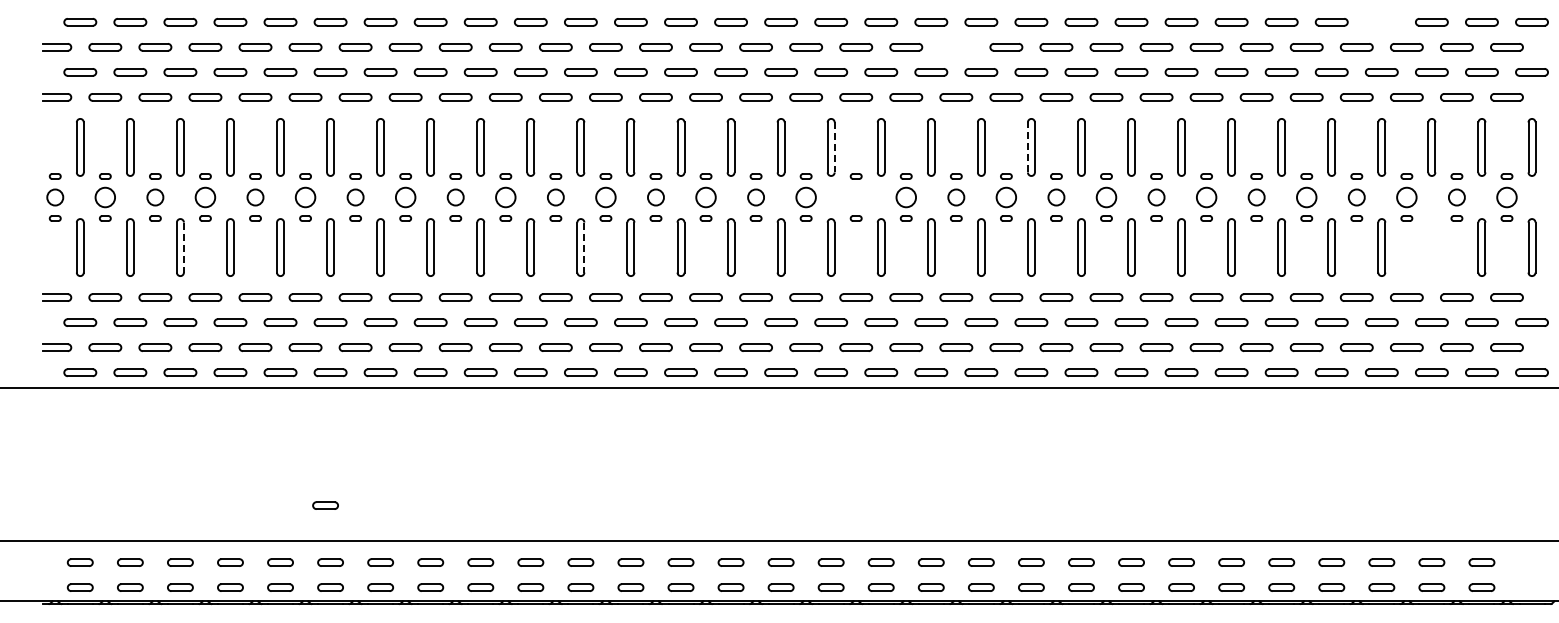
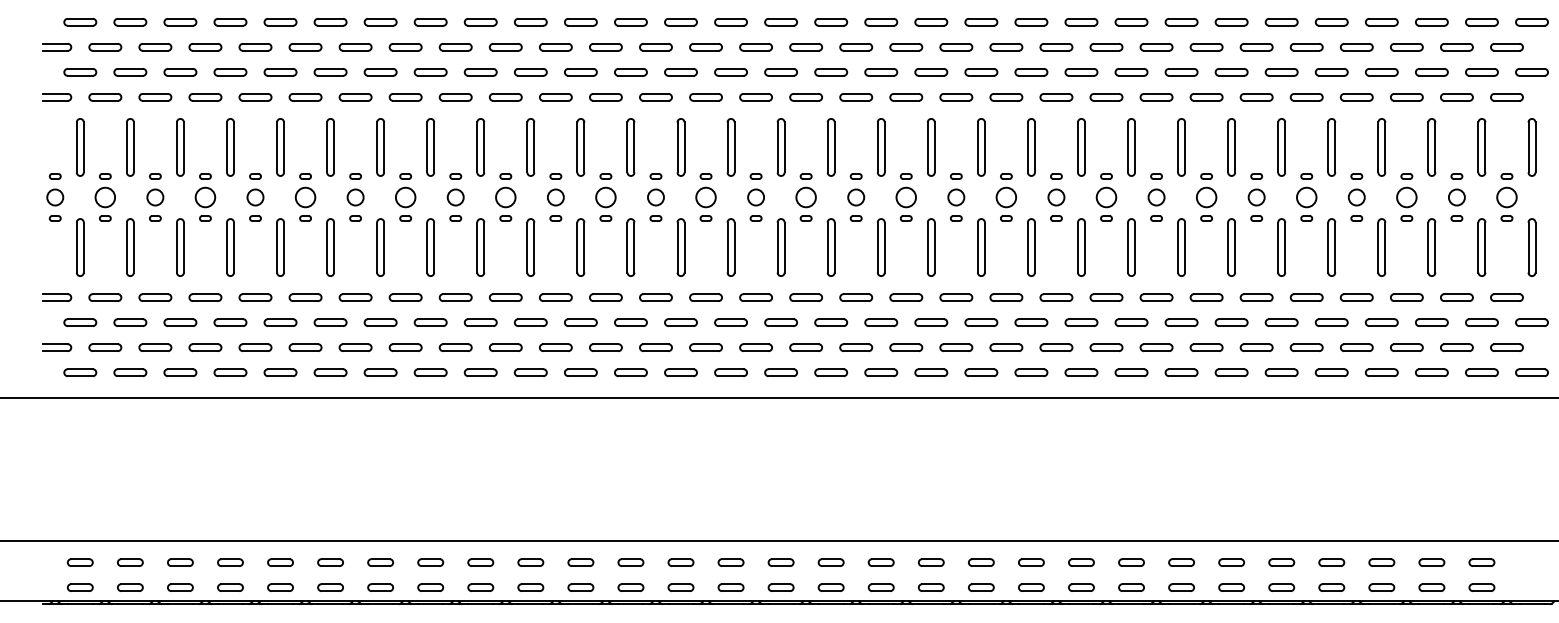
part at (1381, 22): none -> present
part at (956, 47): none -> present
line at (1027, 146): dashed -> solid
line at (834, 147): dashed -> solid
circle at (856, 197): none -> present
part at (1431, 247): none -> present
line at (183, 248): dashed -> solid
line at (584, 248): dashed -> solid
line at (778, 387) position: (778, 387) -> (778, 397)
part at (325, 505): present -> none
